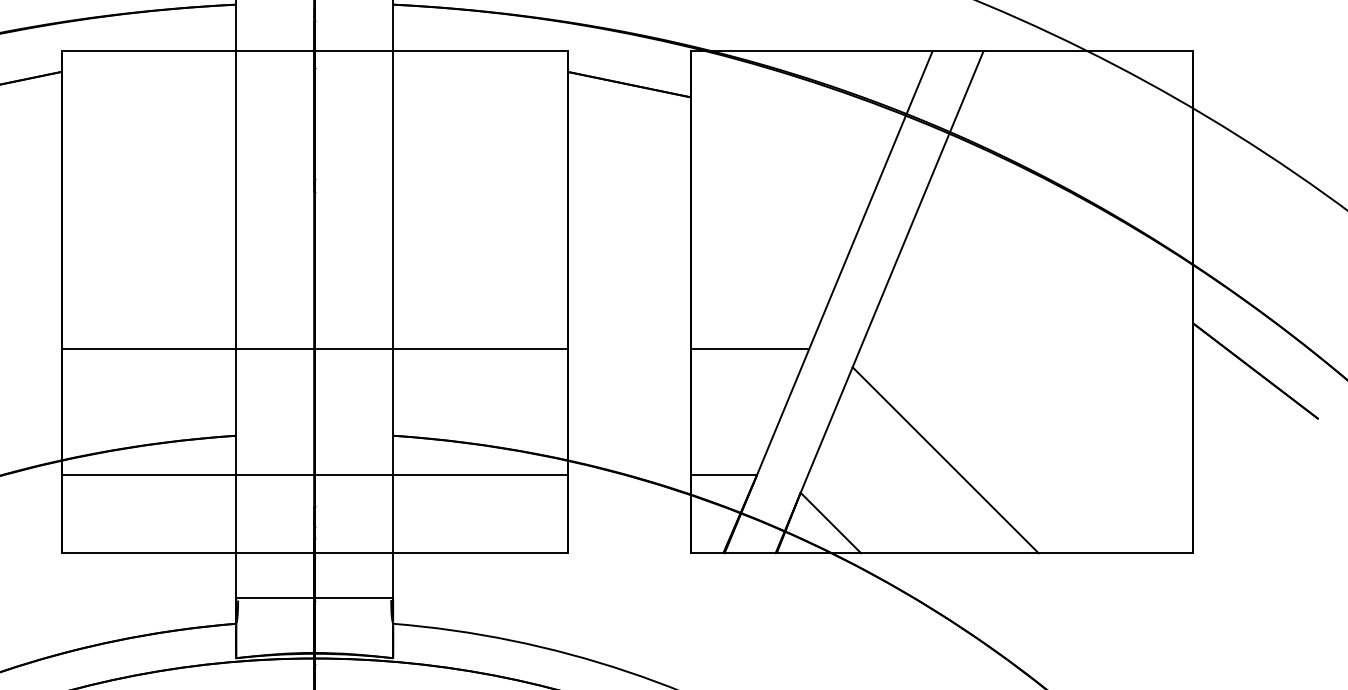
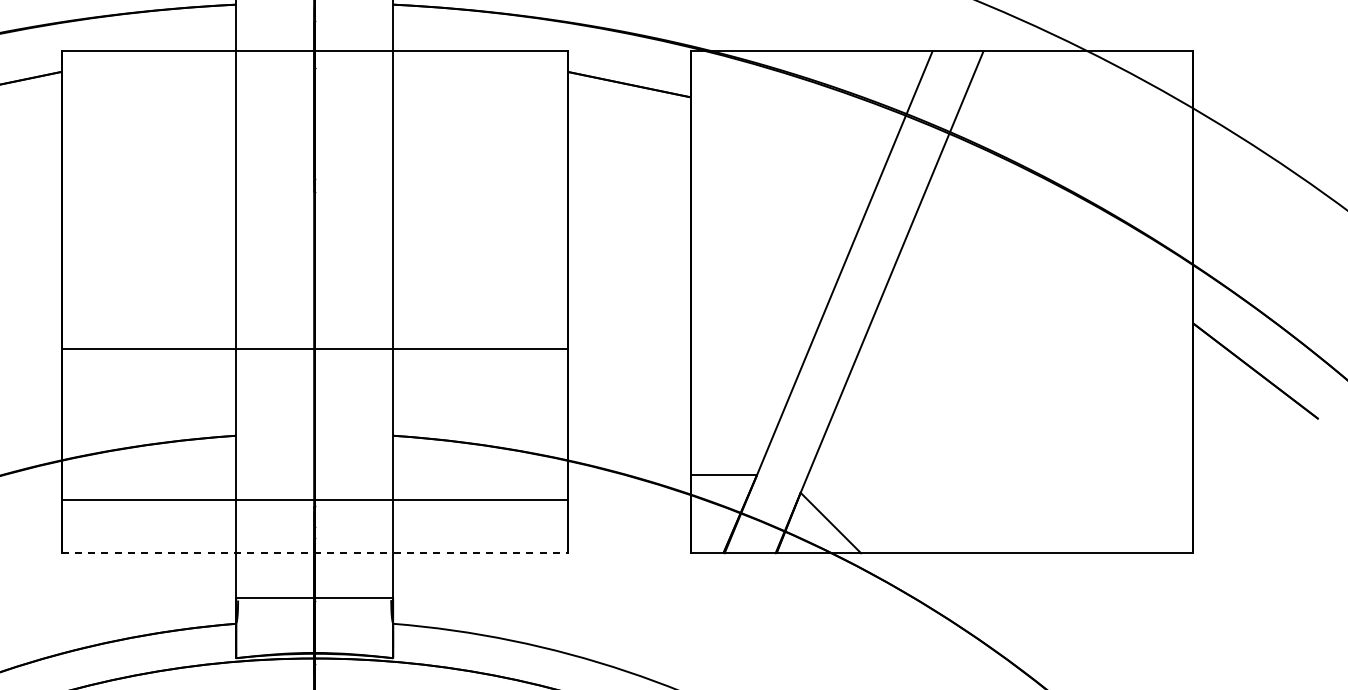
line at (749, 349): present -> none
line at (945, 460): present -> none
line at (314, 474) position: (314, 474) -> (314, 499)
line at (315, 553): solid -> dashed
